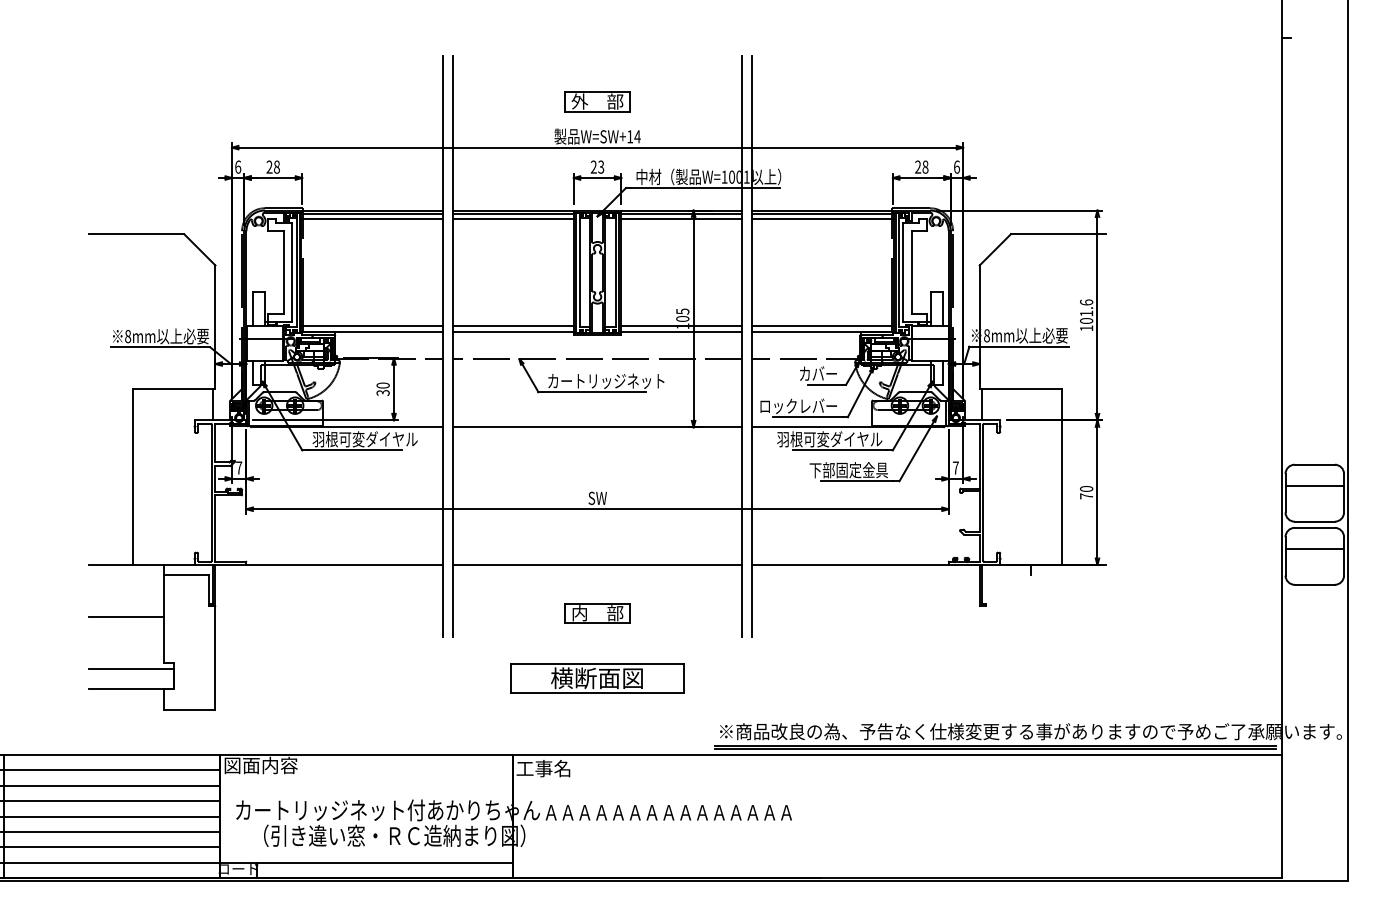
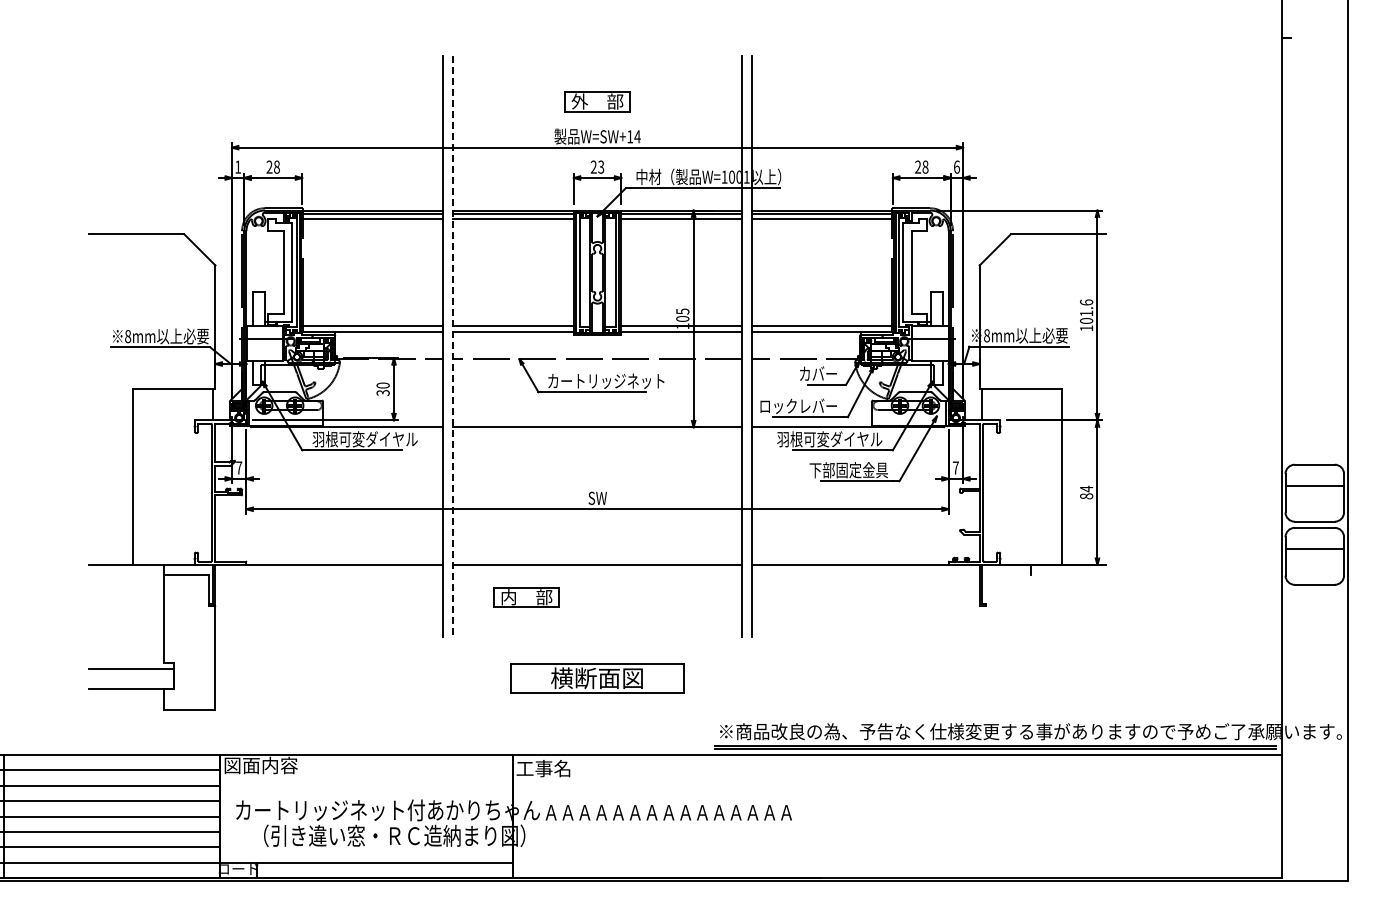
text at (238, 166): 6 -> 1
line at (452, 347): solid -> dashed
text at (1086, 492): 70 -> 84
part at (597, 613) position: (597, 613) -> (526, 597)
line at (126, 616): present -> none
